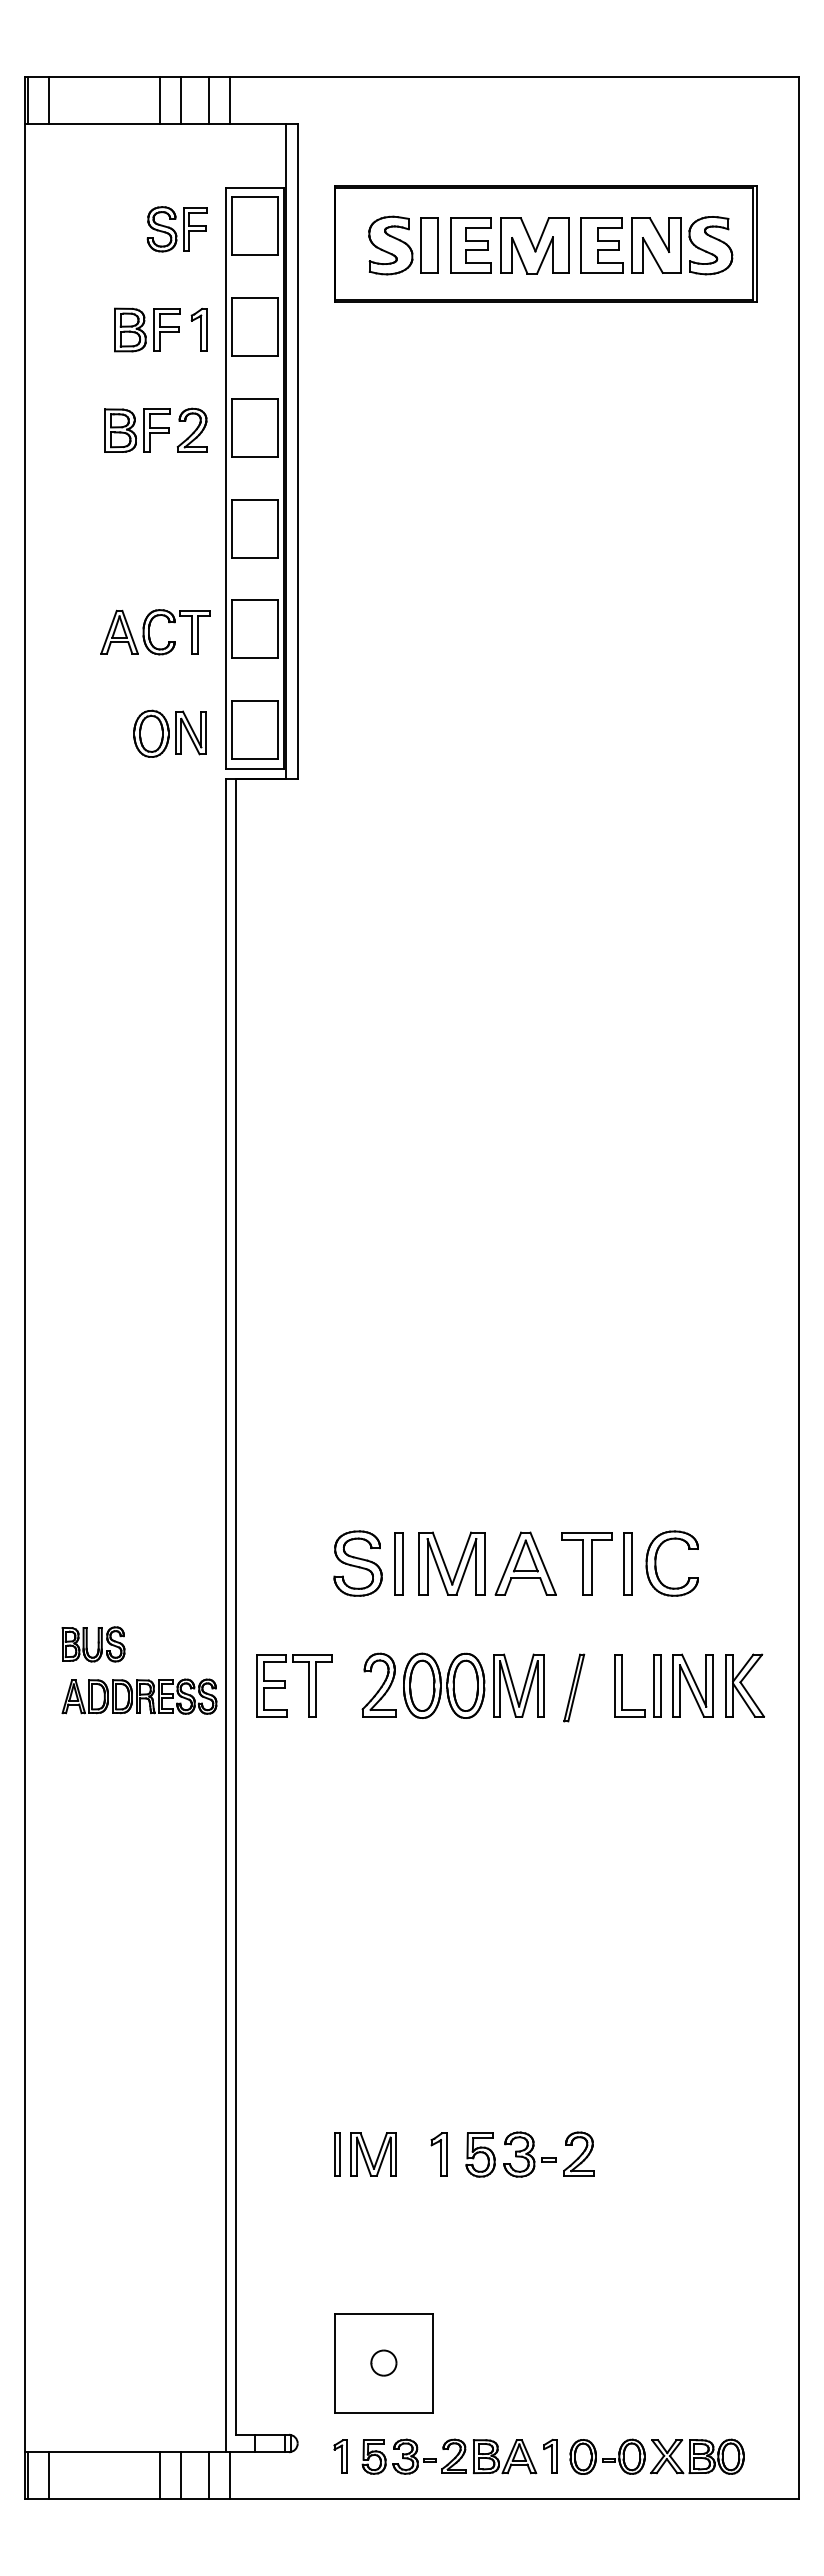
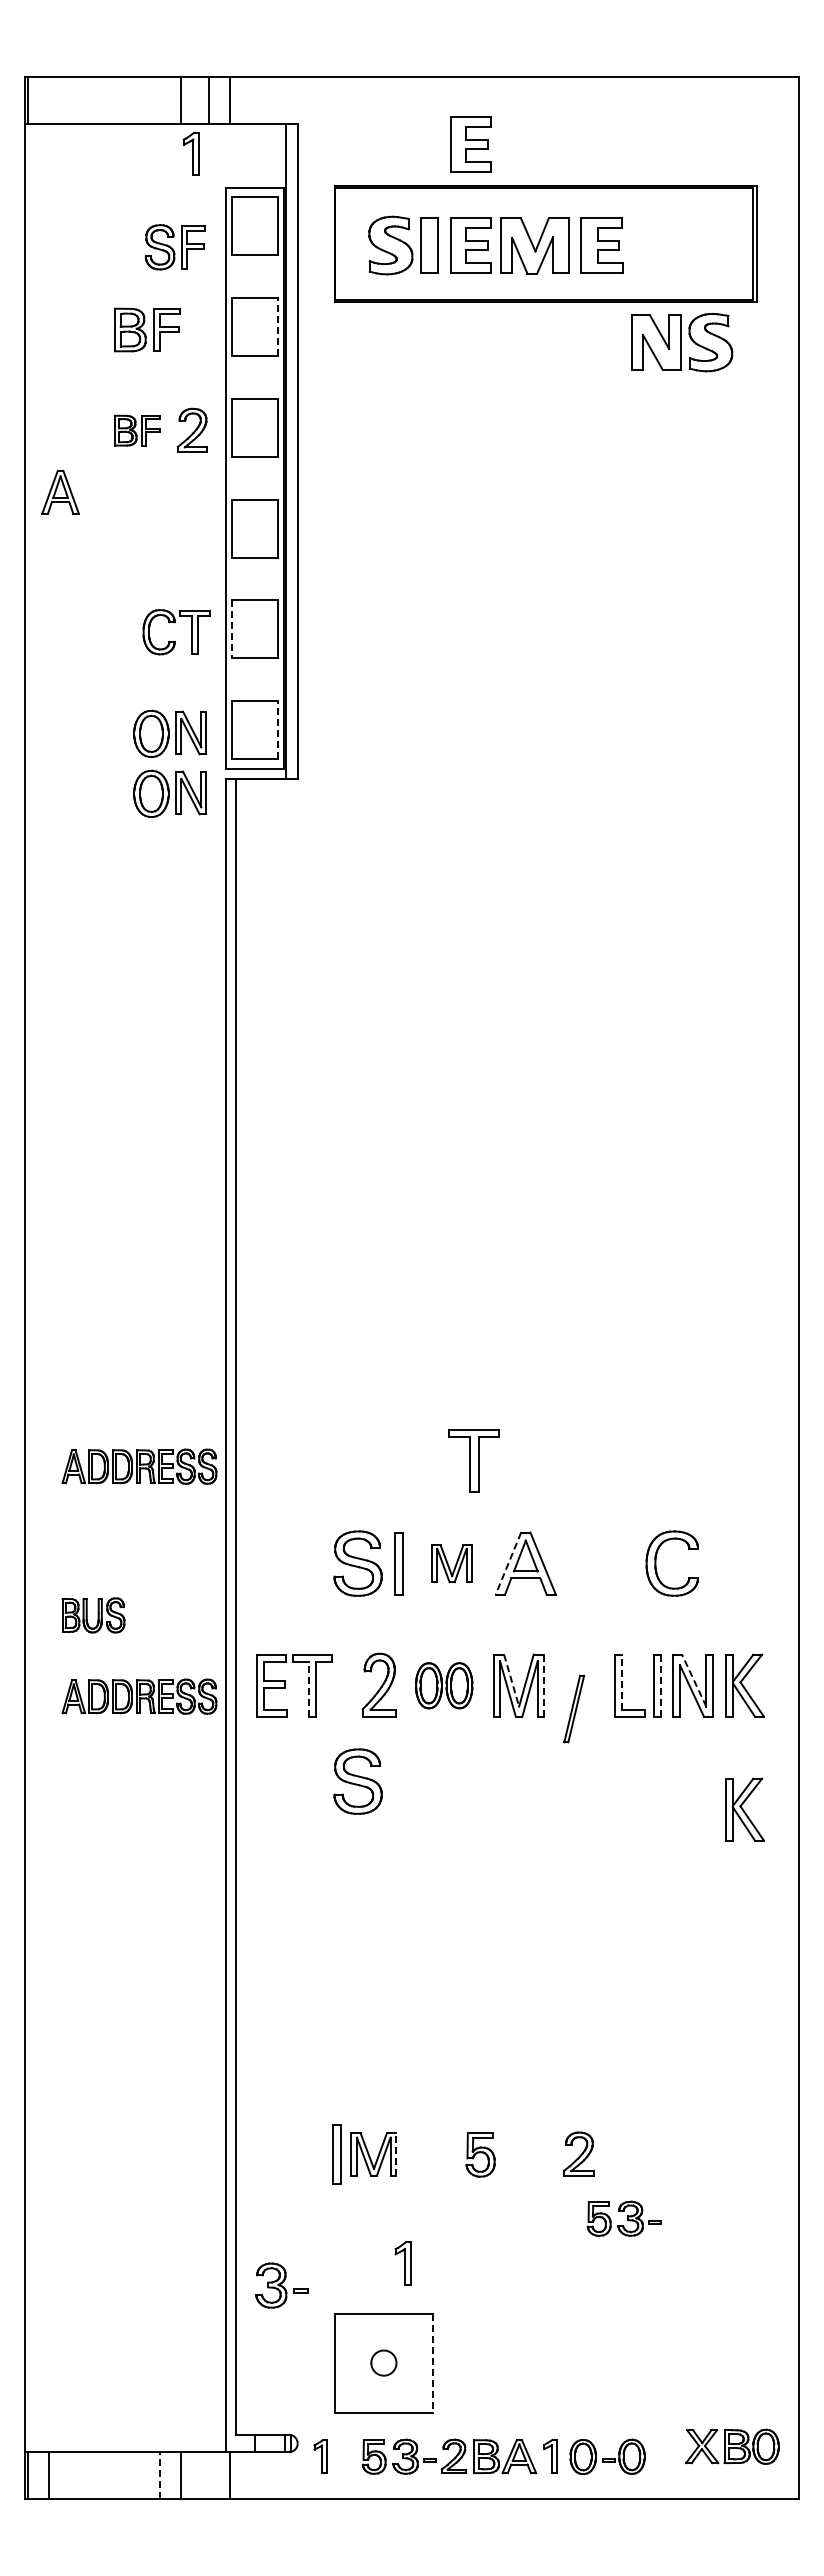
line at (49, 100): present -> none
line at (159, 100): present -> none
part at (470, 144): none -> present
part at (176, 229) position: (176, 229) -> (174, 247)
part at (682, 245) position: (682, 245) -> (682, 342)
line at (278, 326): solid -> dashed
part at (198, 329) position: (198, 329) -> (190, 153)
part at (137, 430) size: 67x45 px -> 47x33 px
line at (231, 629): solid -> dashed
part at (119, 631) position: (119, 631) -> (60, 491)
line at (278, 729): solid -> dashed
part at (169, 793): none -> present
part at (139, 1466): none -> present
part at (451, 1563) size: 68x65 px -> 42x40 px
line at (508, 1563): solid -> dashed
part at (586, 1563) position: (586, 1563) -> (473, 1460)
part at (627, 1563): present -> none
part at (93, 1644) position: (93, 1644) -> (93, 1615)
line at (694, 1680): solid -> dashed
line at (511, 1681): solid -> dashed
line at (622, 1681): solid -> dashed
part at (444, 1685) size: 83x67 px -> 59x48 px
line at (544, 1685): solid -> dashed
line at (660, 1685): solid -> dashed
part at (574, 1687) position: (574, 1687) -> (574, 1708)
line at (308, 1688): solid -> dashed
part at (357, 1781): none -> present
part at (744, 1809): none -> present
part at (337, 2154) size: 7x45 px -> 10x61 px
line at (396, 2154): solid -> dashed
part at (438, 2154) position: (438, 2154) -> (402, 2263)
part at (529, 2154) position: (529, 2154) -> (281, 2285)
part at (623, 2218): none -> present
line at (433, 2363): solid -> dashed
part at (340, 2456) position: (340, 2456) -> (320, 2456)
part at (697, 2456) position: (697, 2456) -> (732, 2446)
line at (159, 2474): solid -> dashed
line at (208, 2475): present -> none
